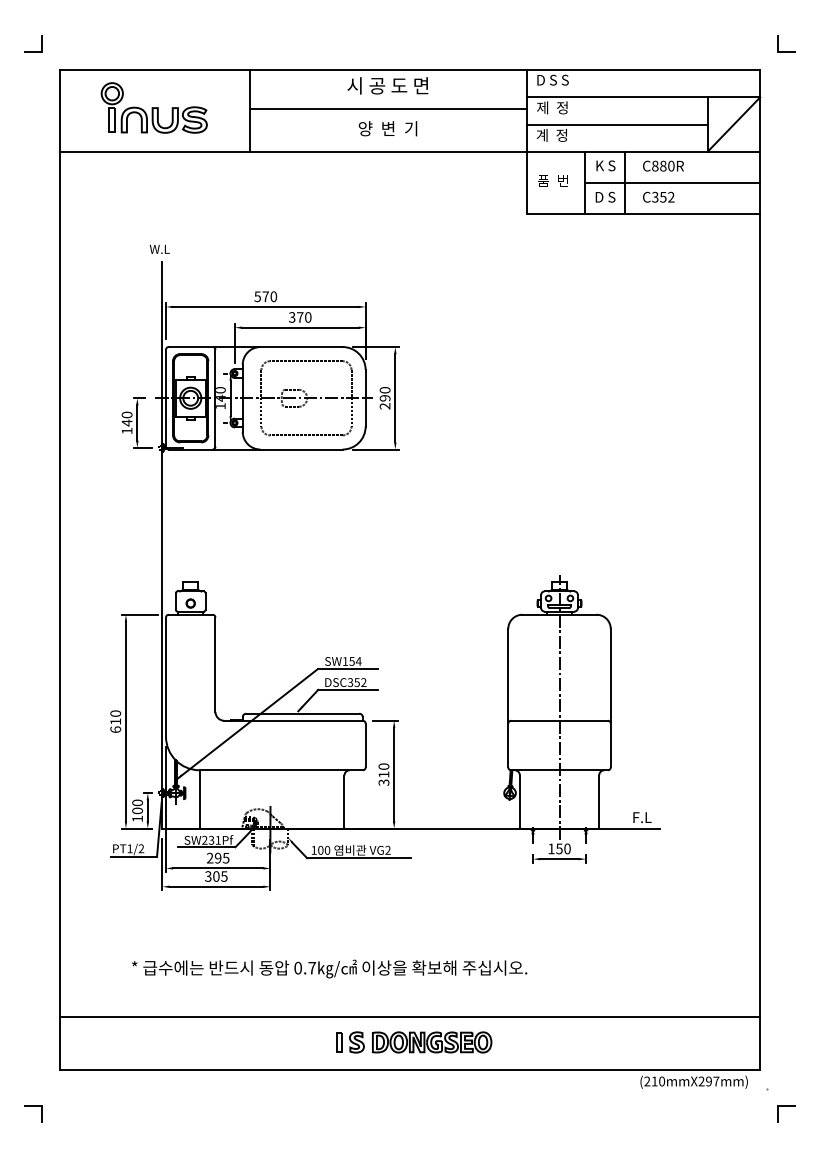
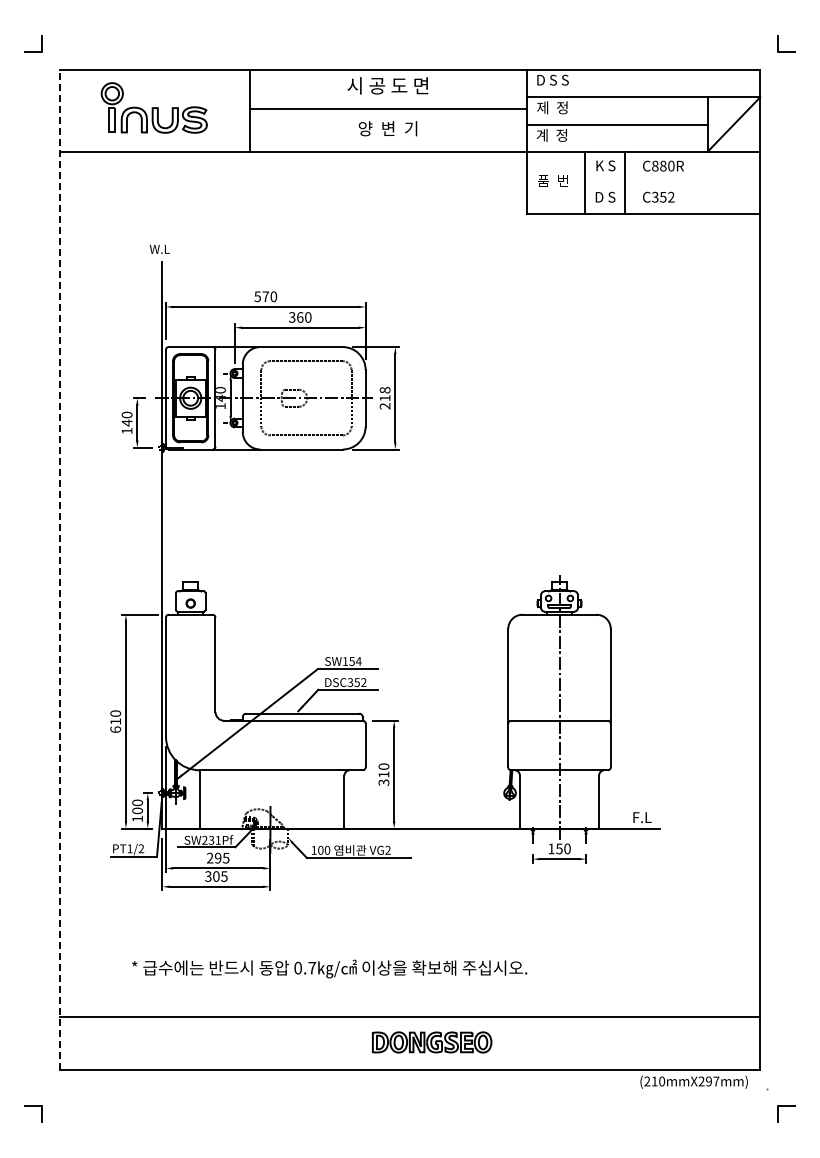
line at (672, 182): present -> none
text at (300, 317): 370 -> 360
text at (384, 394): 290 -> 218
line at (59, 569): solid -> dashed
part at (350, 1042): present -> none
